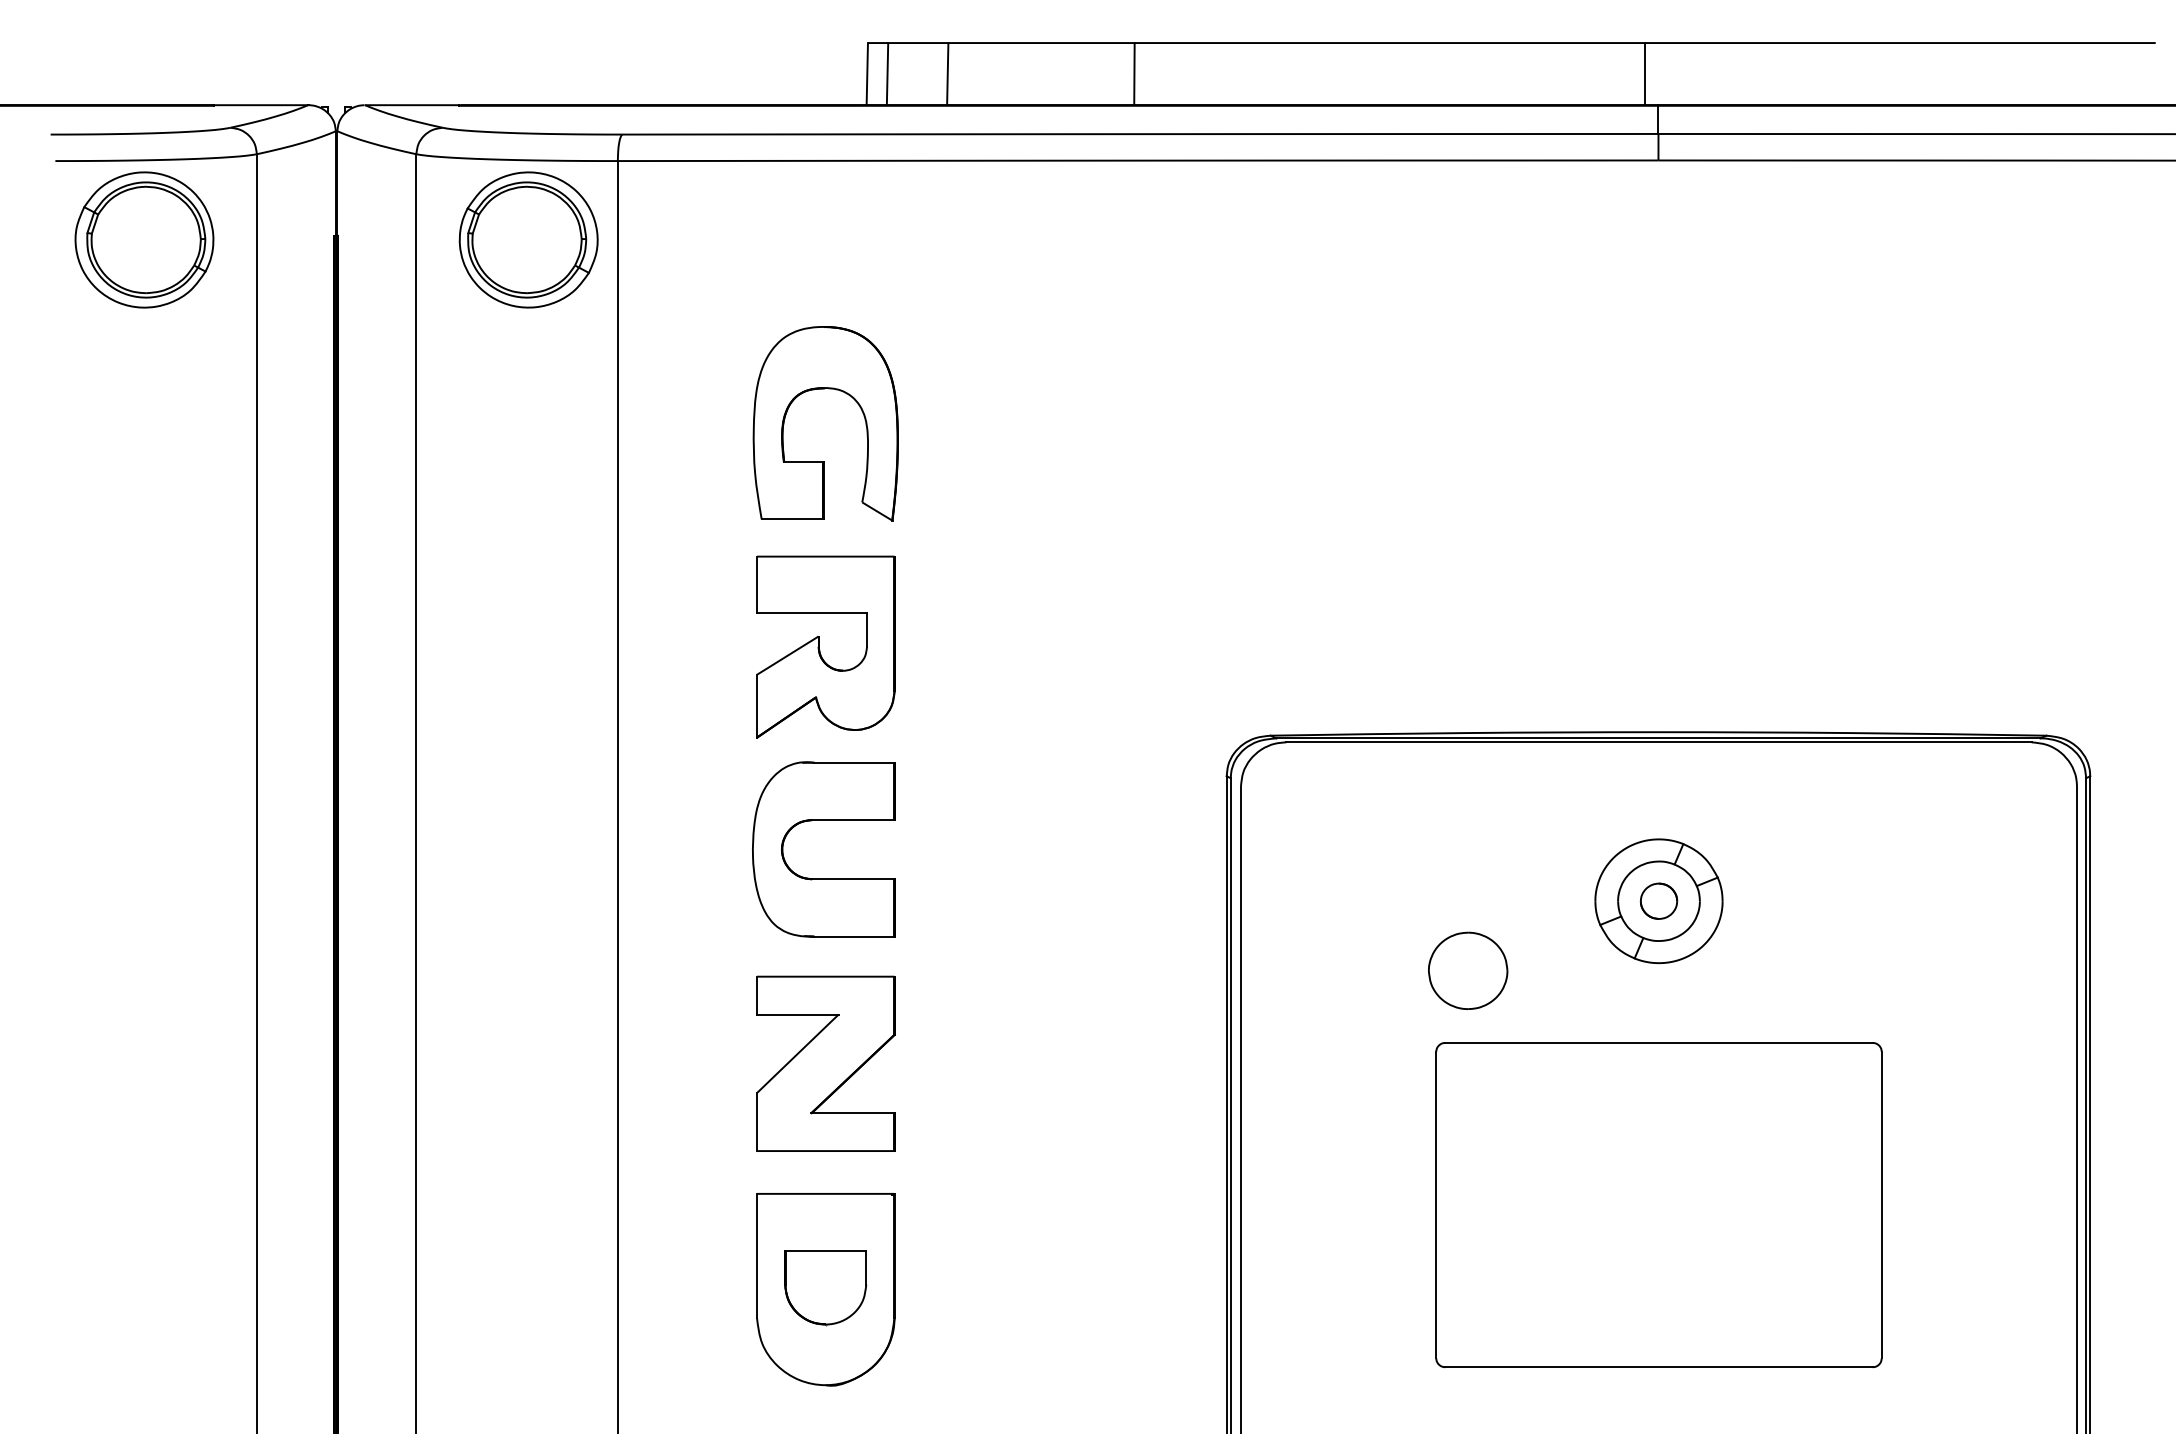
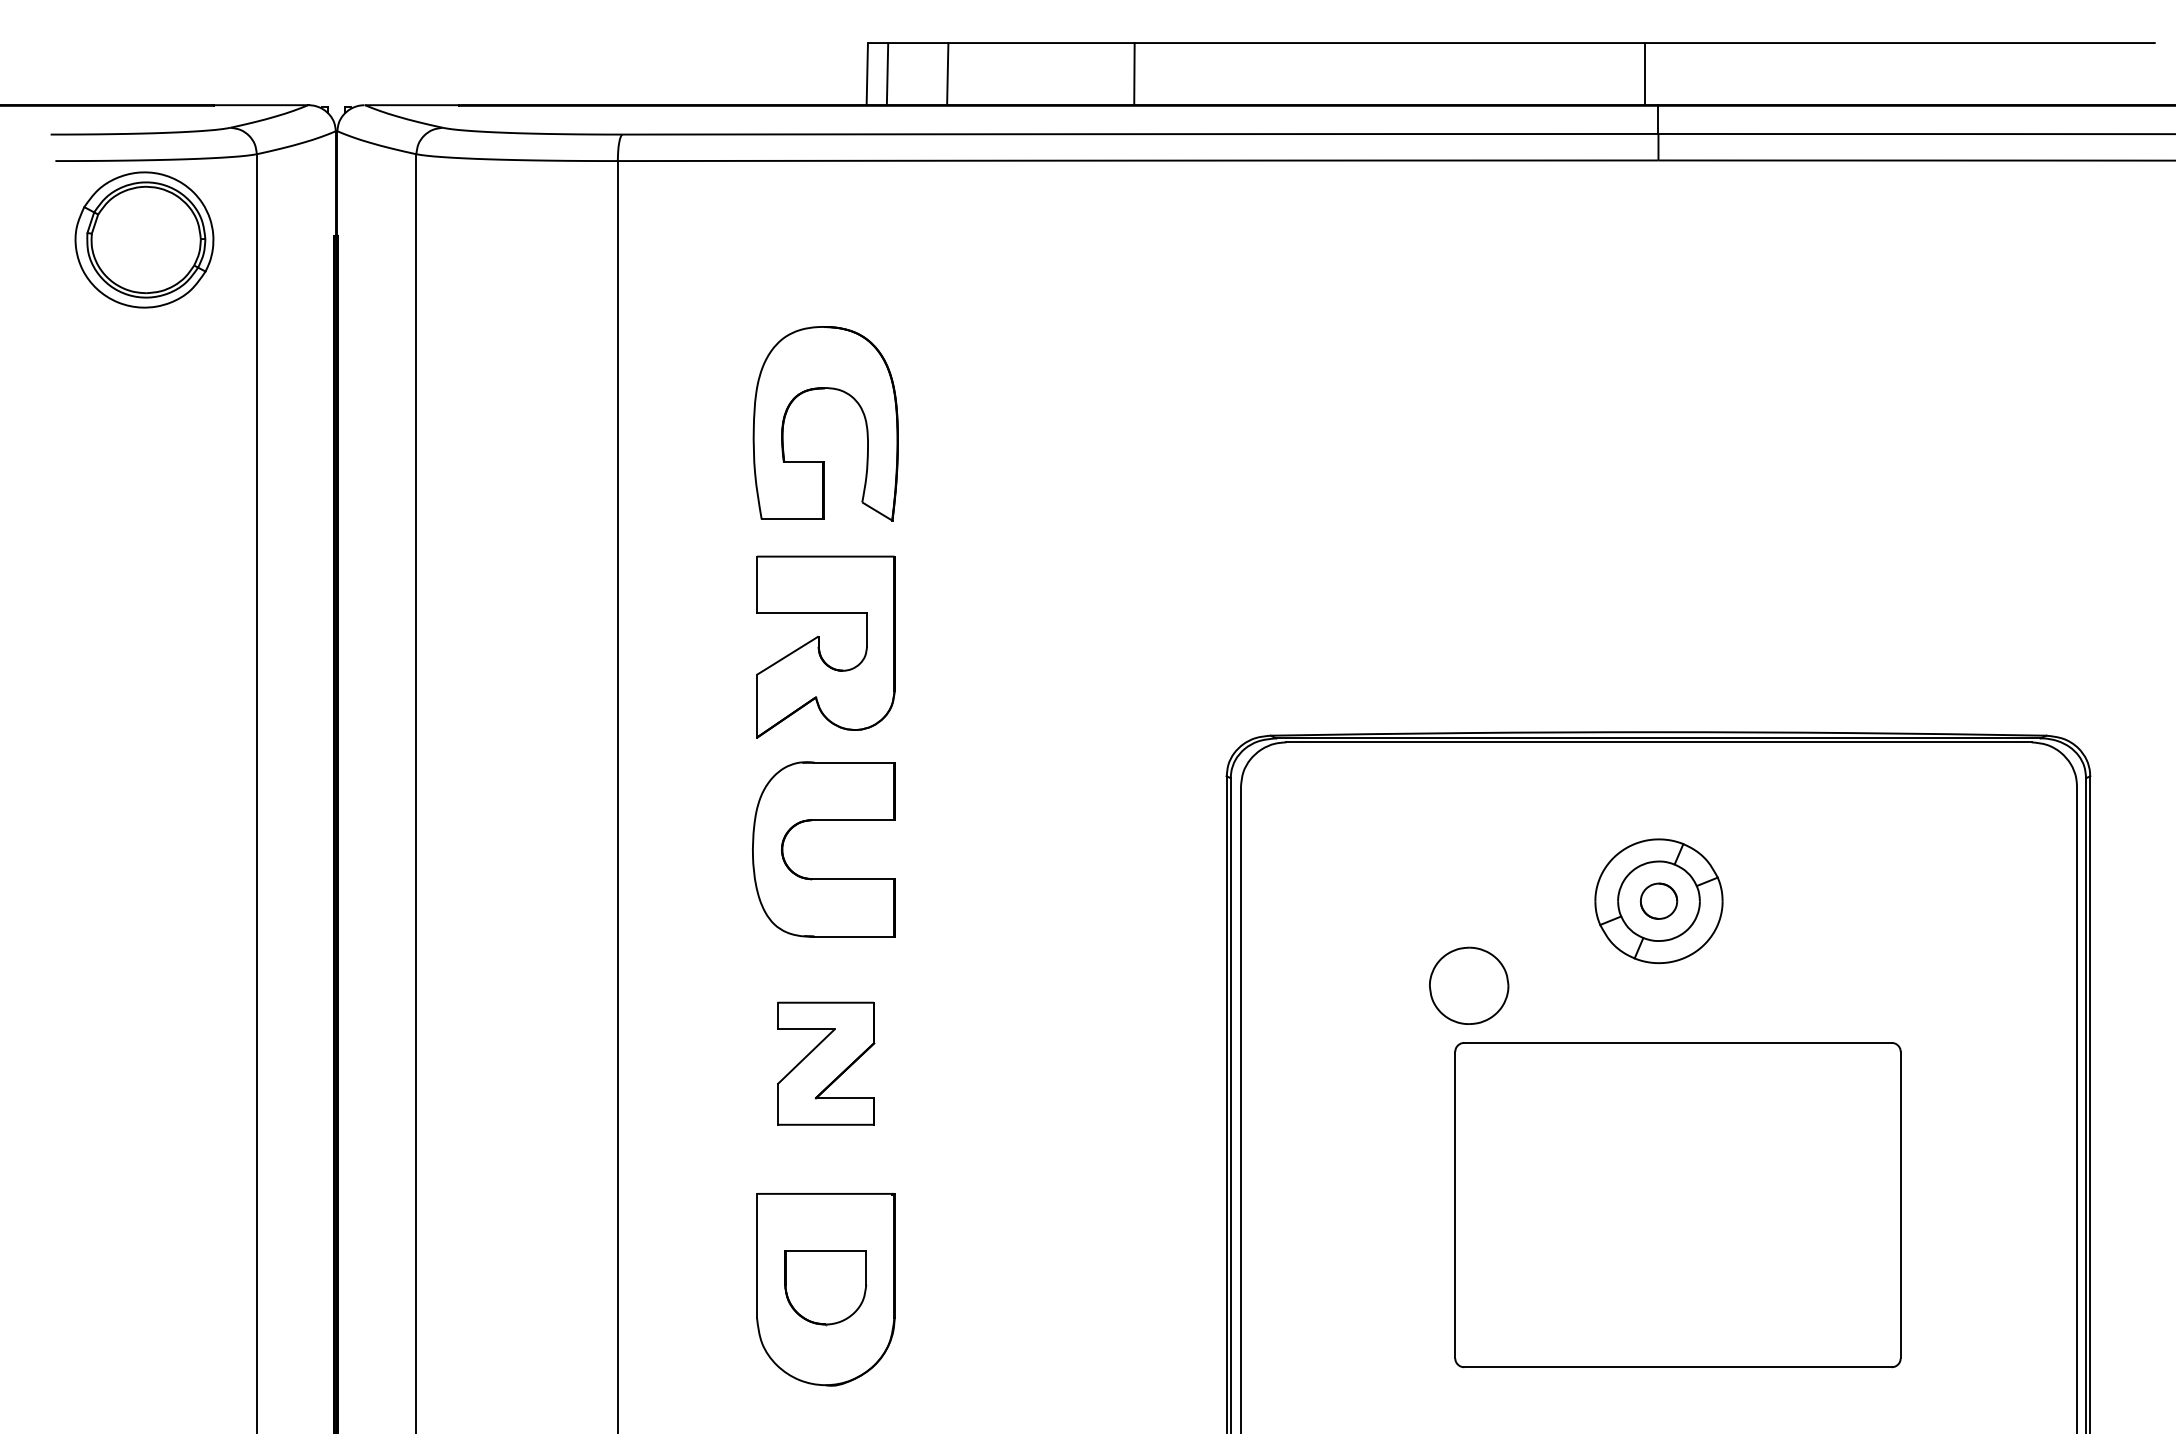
part at (528, 239): present -> none
part at (1468, 970) position: (1468, 970) -> (1469, 985)
part at (825, 1063) size: 140x177 px -> 99x125 px
part at (1658, 1205) position: (1658, 1205) -> (1677, 1205)
